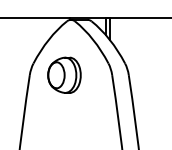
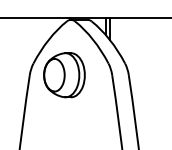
part at (64, 74) size: 35x38 px -> 43x47 px
